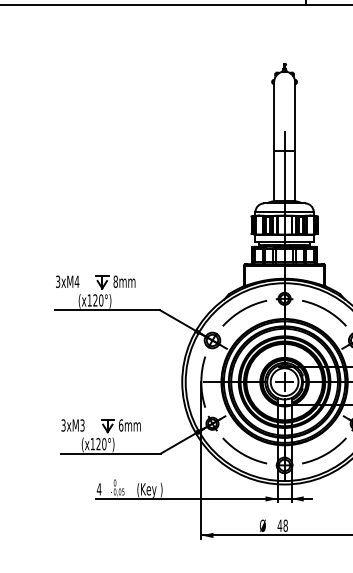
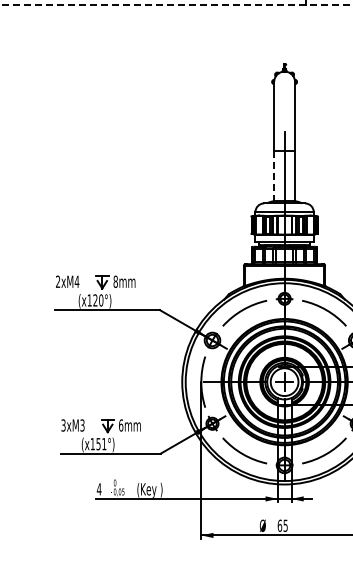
line at (176, 4): solid -> dashed
line at (274, 176): solid -> dashed
text at (58, 281): 3xM4 -> 2xM4
text at (101, 444): (x120°) -> (x151°)
text at (282, 525): 48 -> 65
